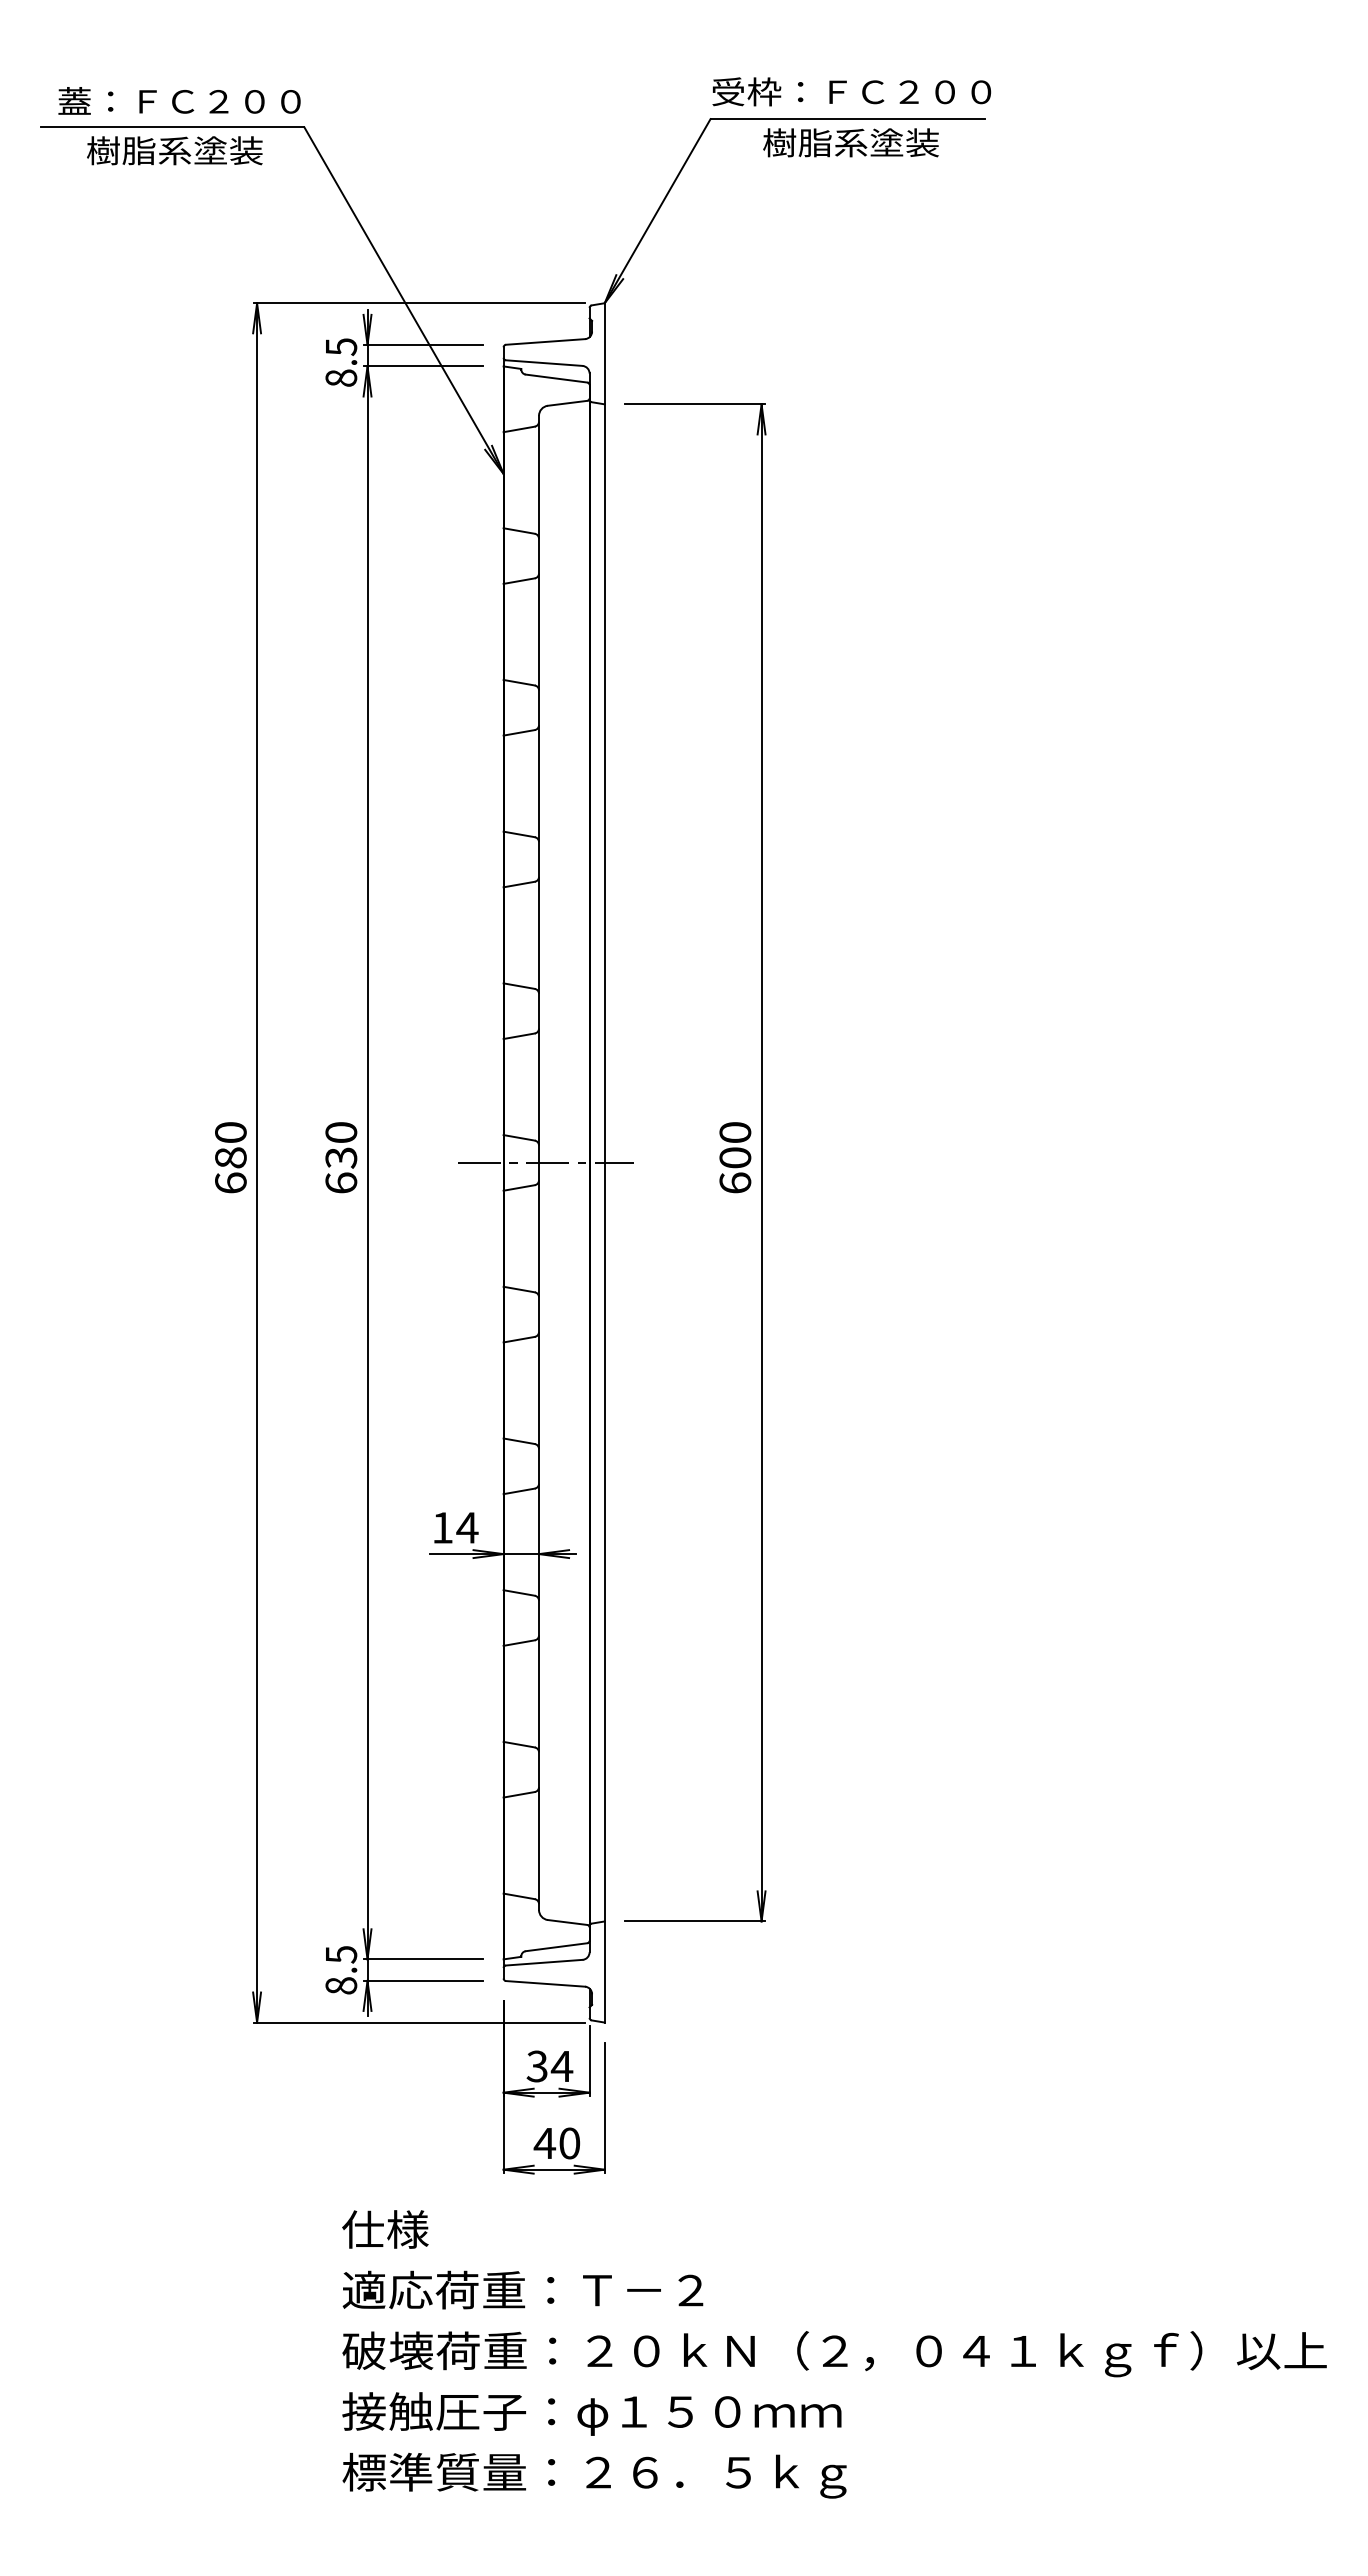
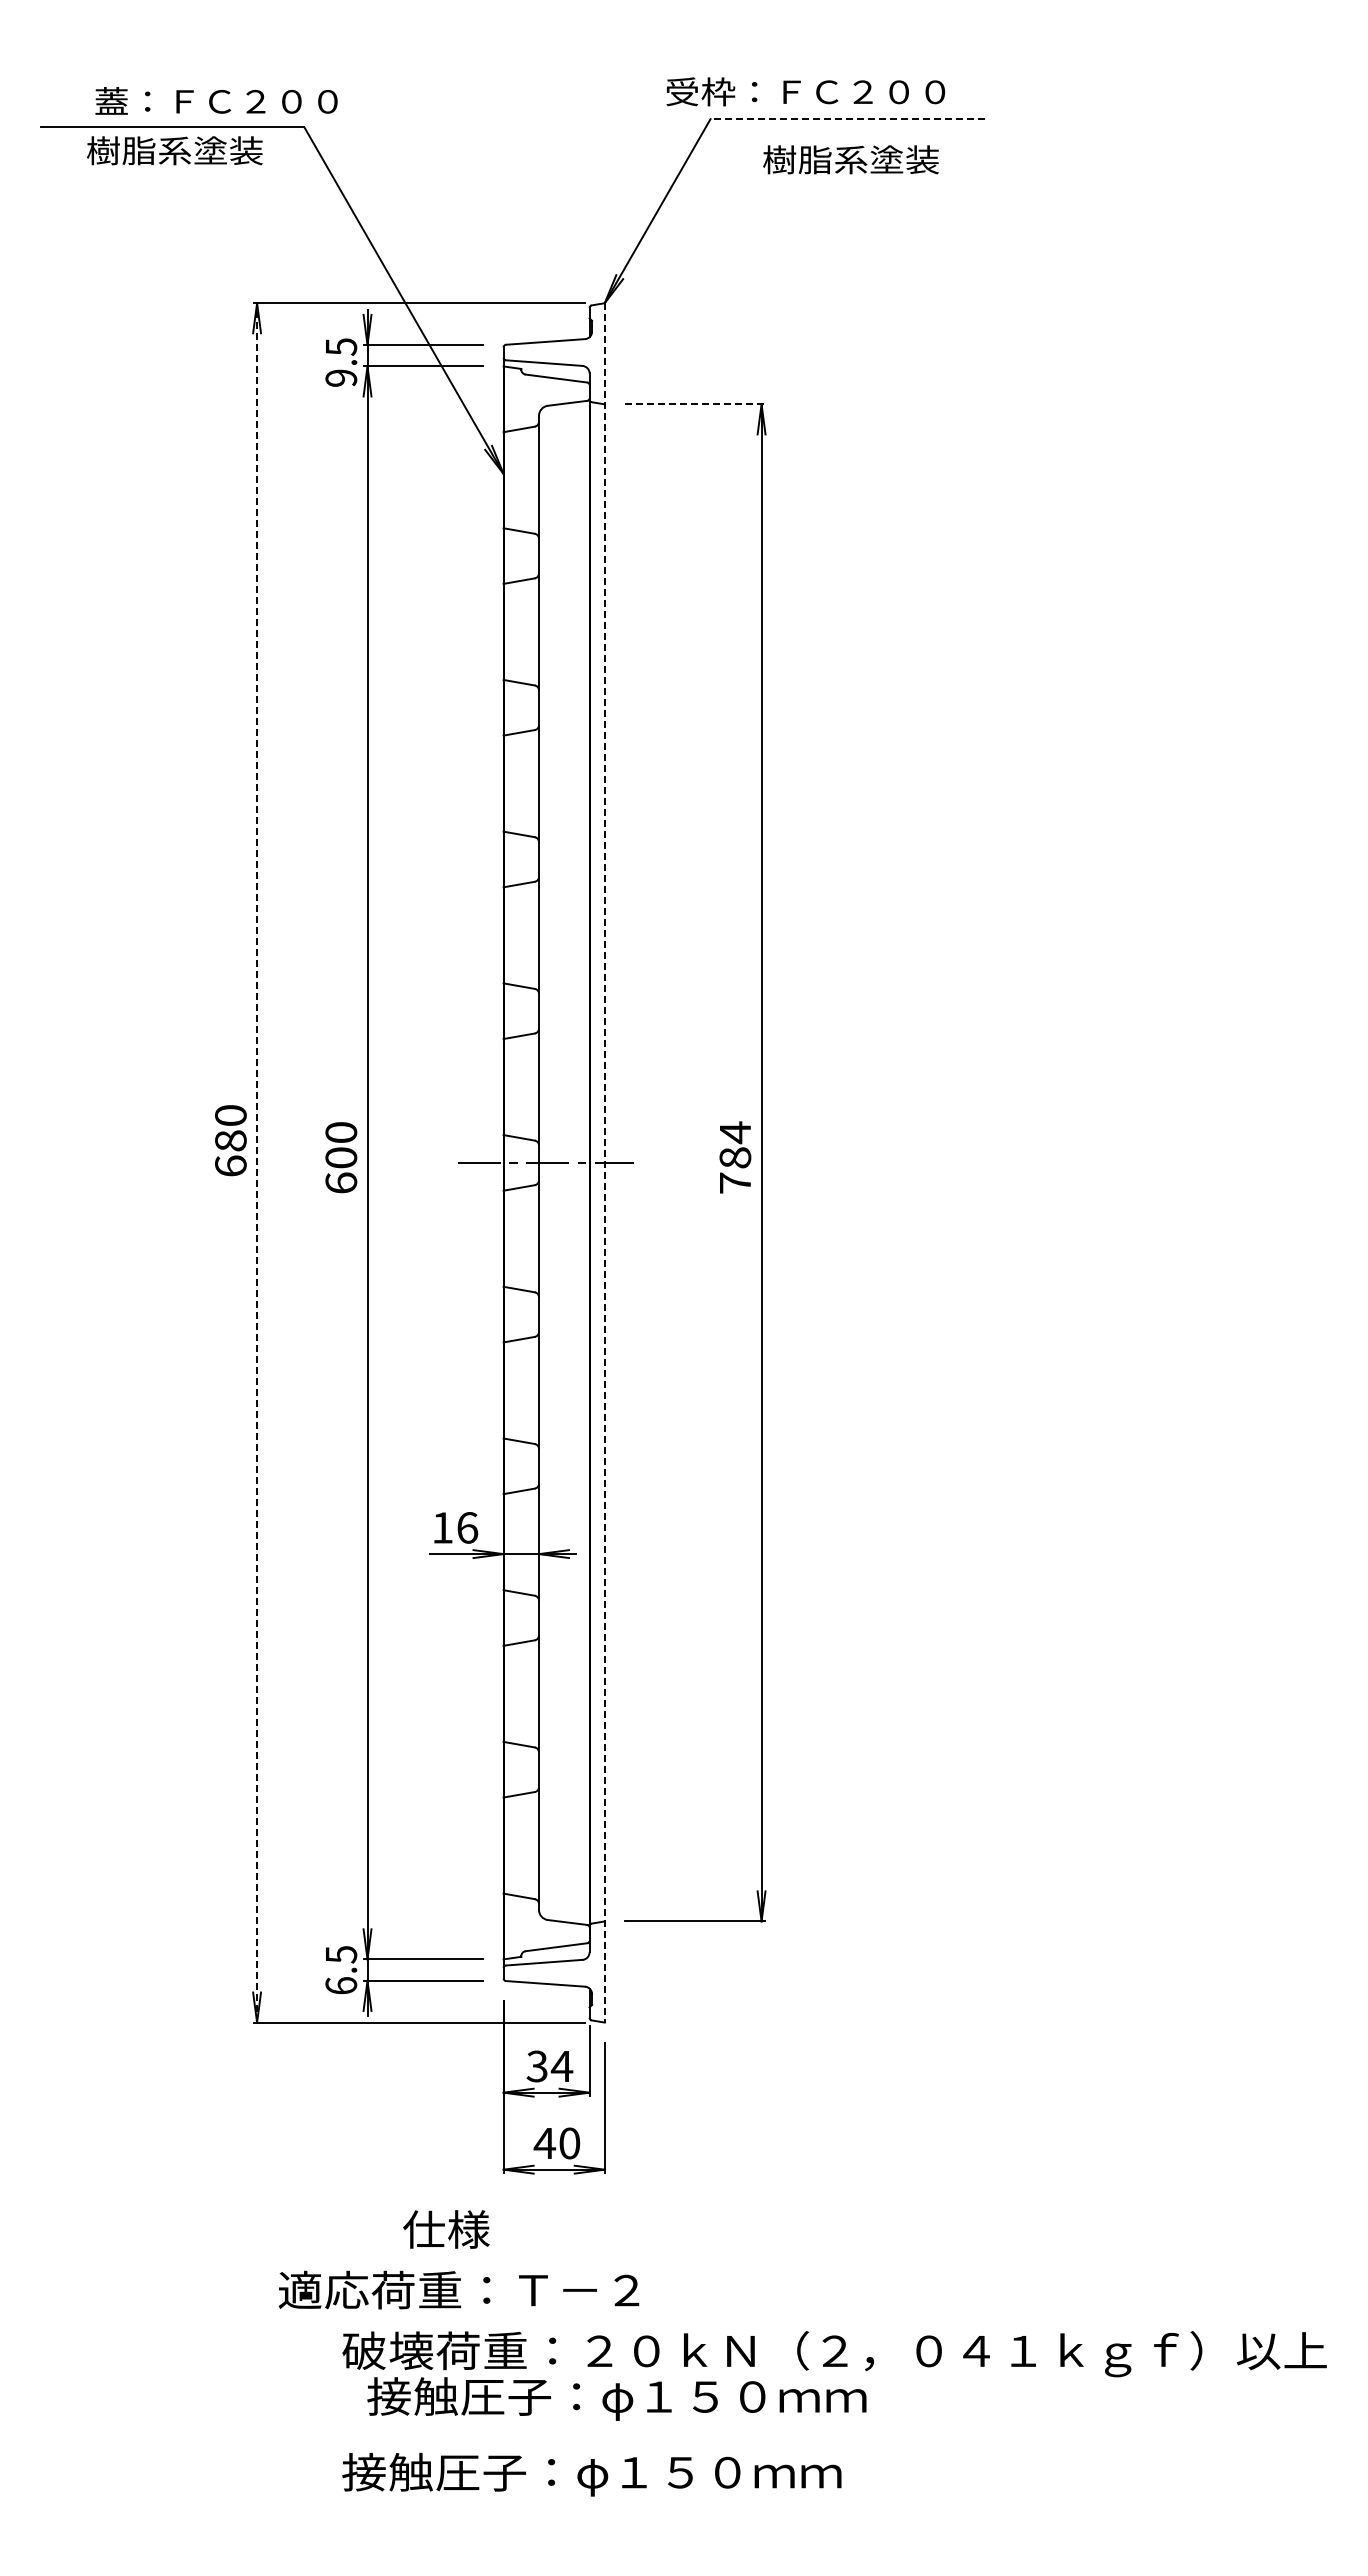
text at (851, 91) position: (851, 91) -> (805, 91)
text at (179, 100) position: (179, 100) -> (216, 100)
line at (847, 119): solid -> dashed
text at (850, 142) position: (850, 142) -> (850, 159)
text at (341, 377): 8.5 -> 9.5
line at (694, 404): solid -> dashed
text at (230, 1157) position: (230, 1157) -> (230, 1140)
text at (341, 1157): 630 -> 600
text at (735, 1157): 600 -> 784
line at (257, 1162): solid -> dashed
line at (604, 1162): solid -> dashed
text at (467, 1527): 14 -> 16
text at (341, 1985): 8.5 -> 6.5
text at (385, 2229) position: (385, 2229) -> (446, 2229)
text at (522, 2289) position: (522, 2289) -> (458, 2289)
text at (591, 2413) position: (591, 2413) -> (616, 2398)
text at (594, 2475): 標準質量：２６．５ｋｇ -> 接触圧子：φ１５０ｍｍ
